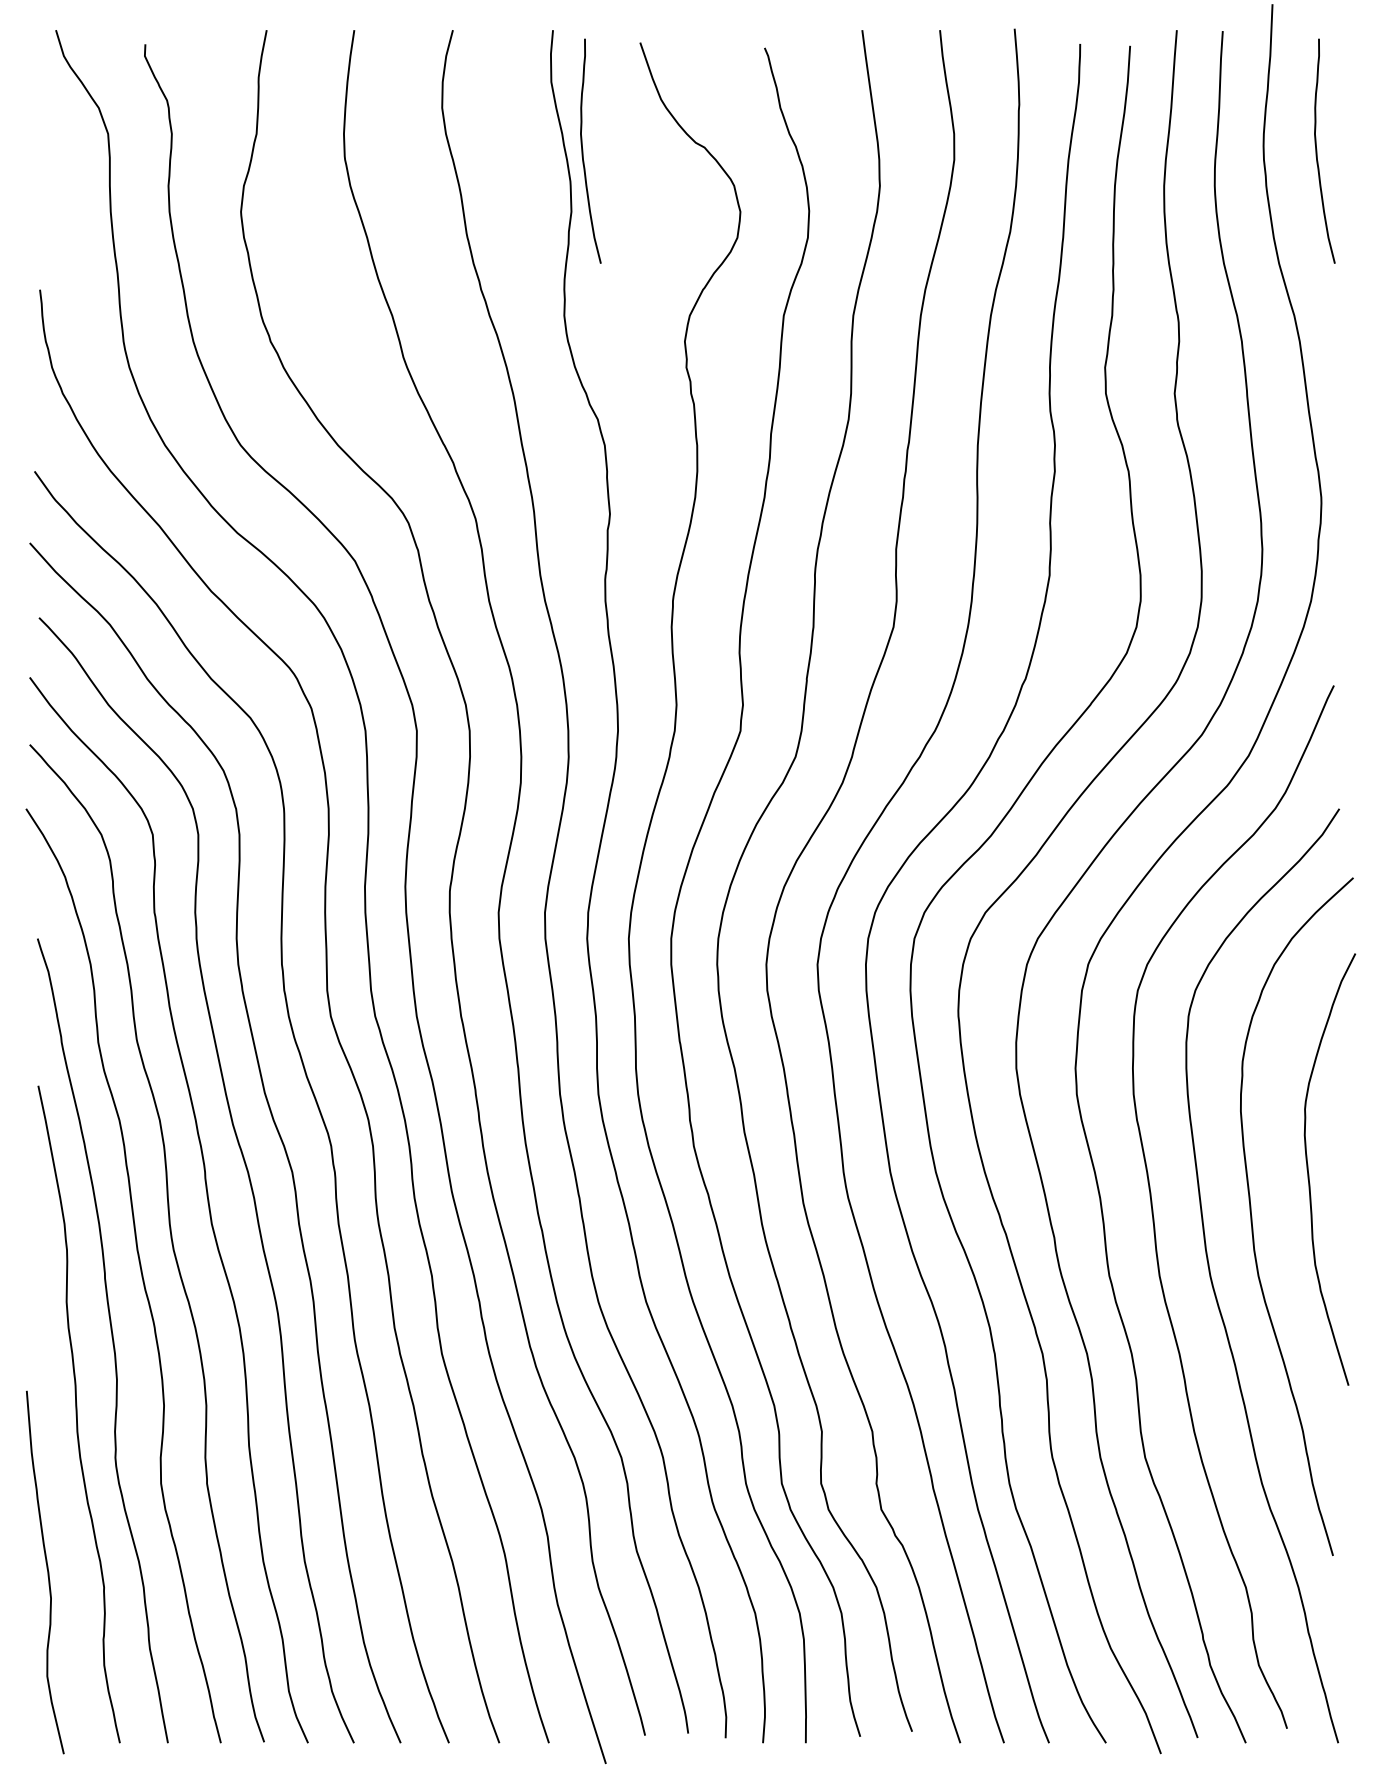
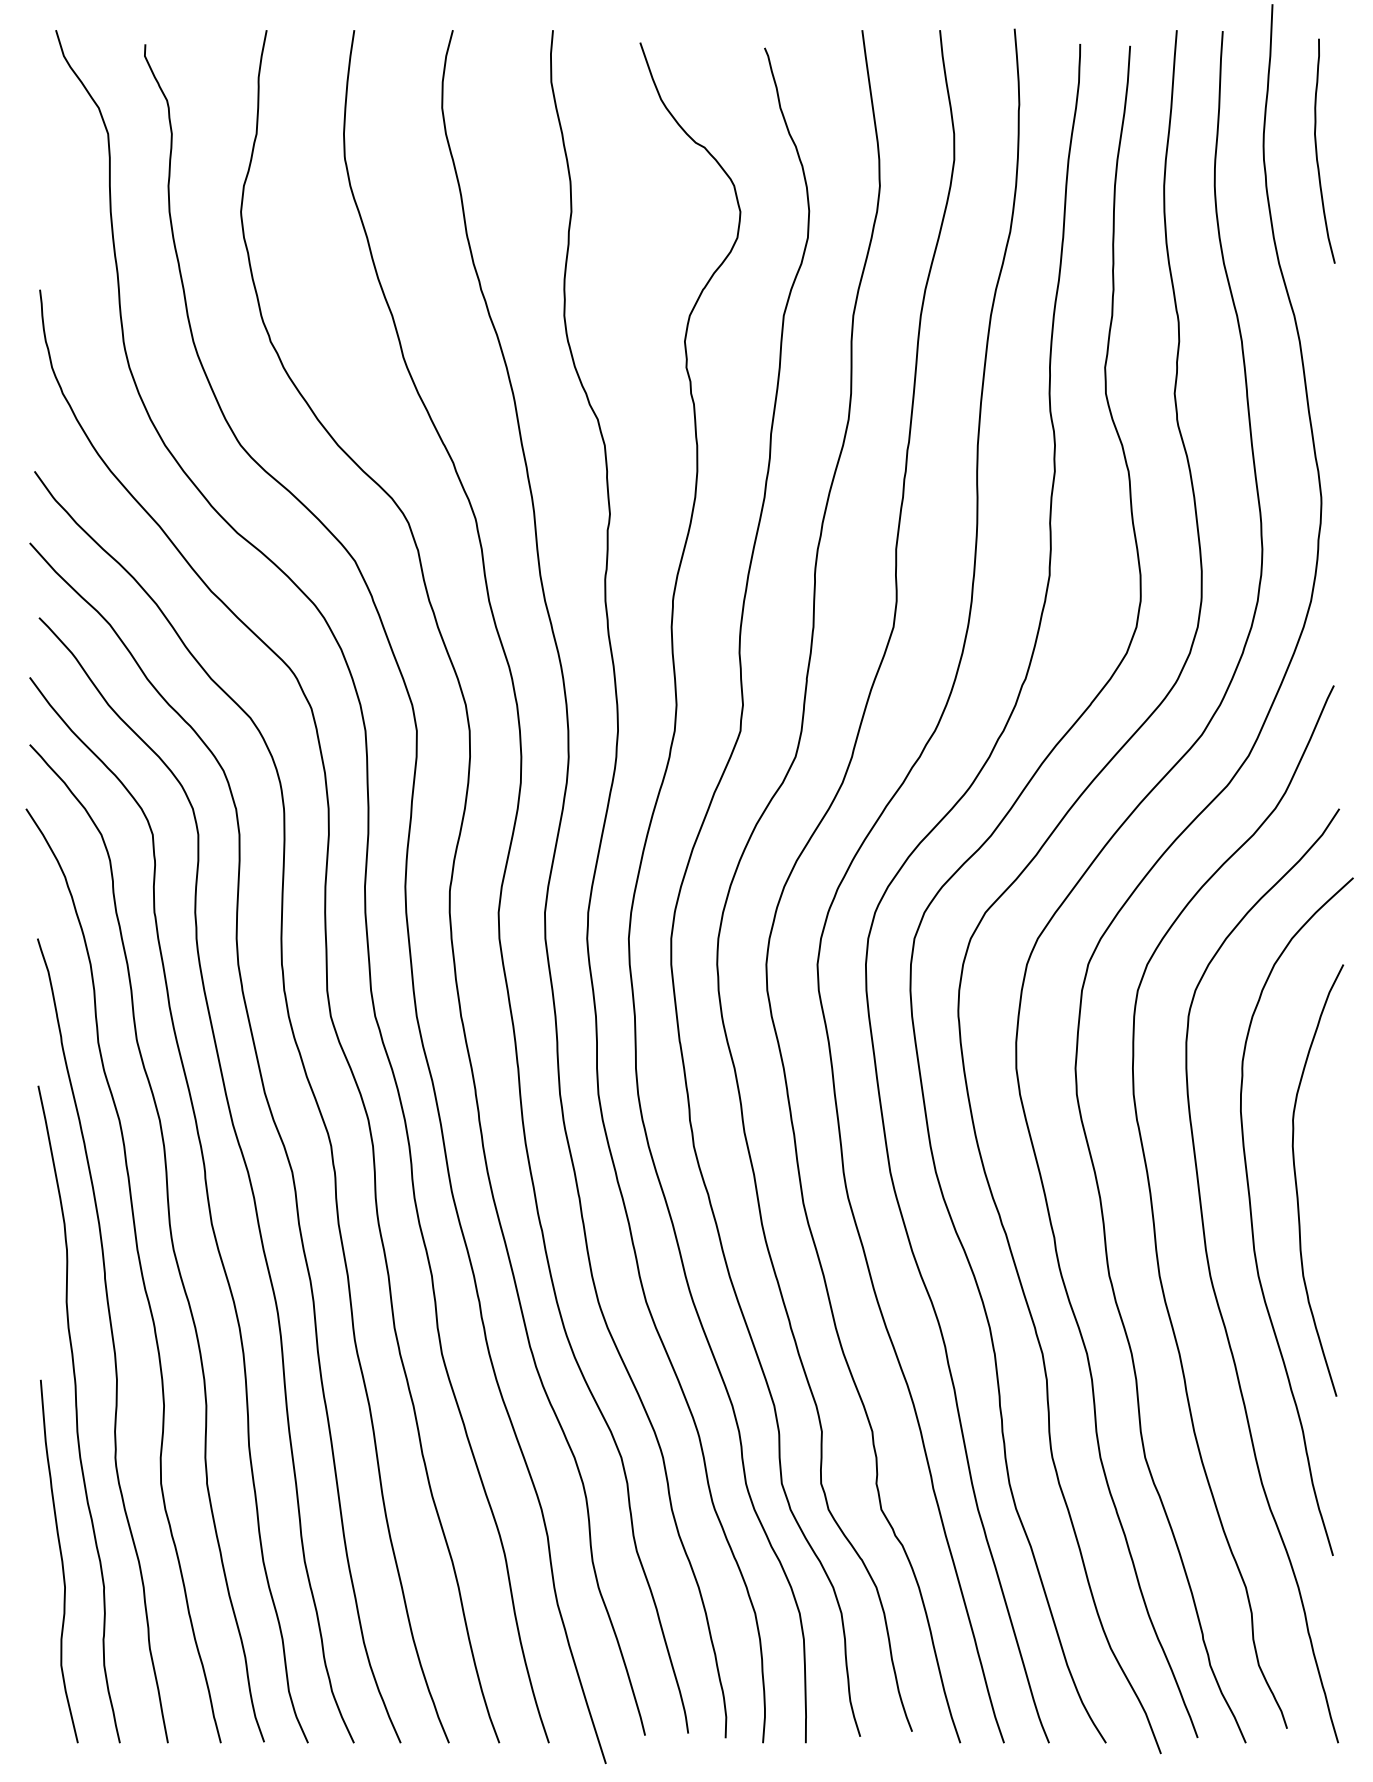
curve at (583, 150): present -> none
curve at (1309, 1173) position: (1309, 1173) -> (1297, 1184)
curve at (47, 1572) position: (47, 1572) -> (61, 1561)
